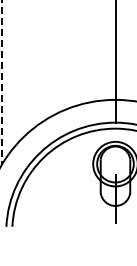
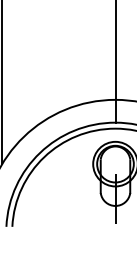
line at (2, 82): dashed -> solid
